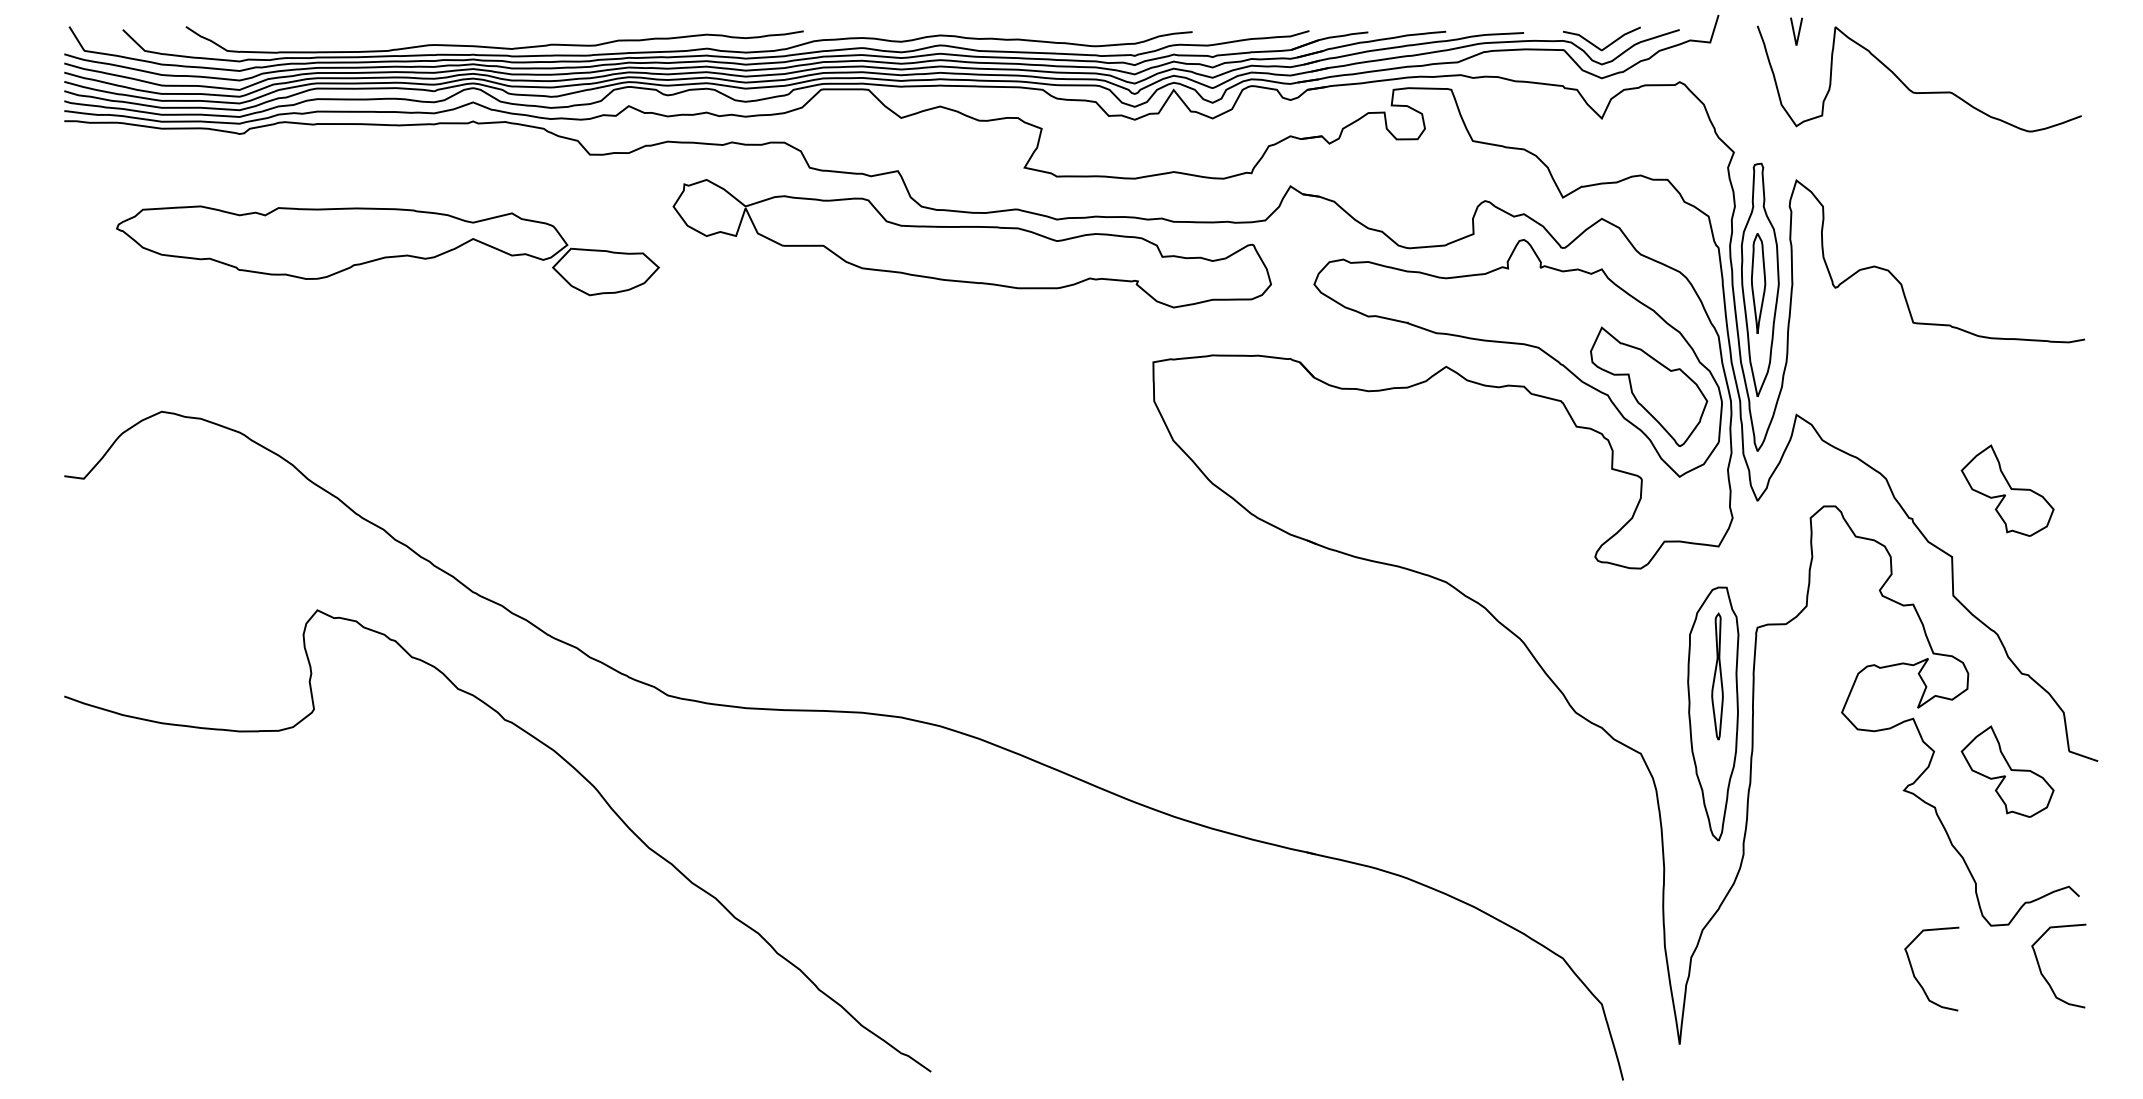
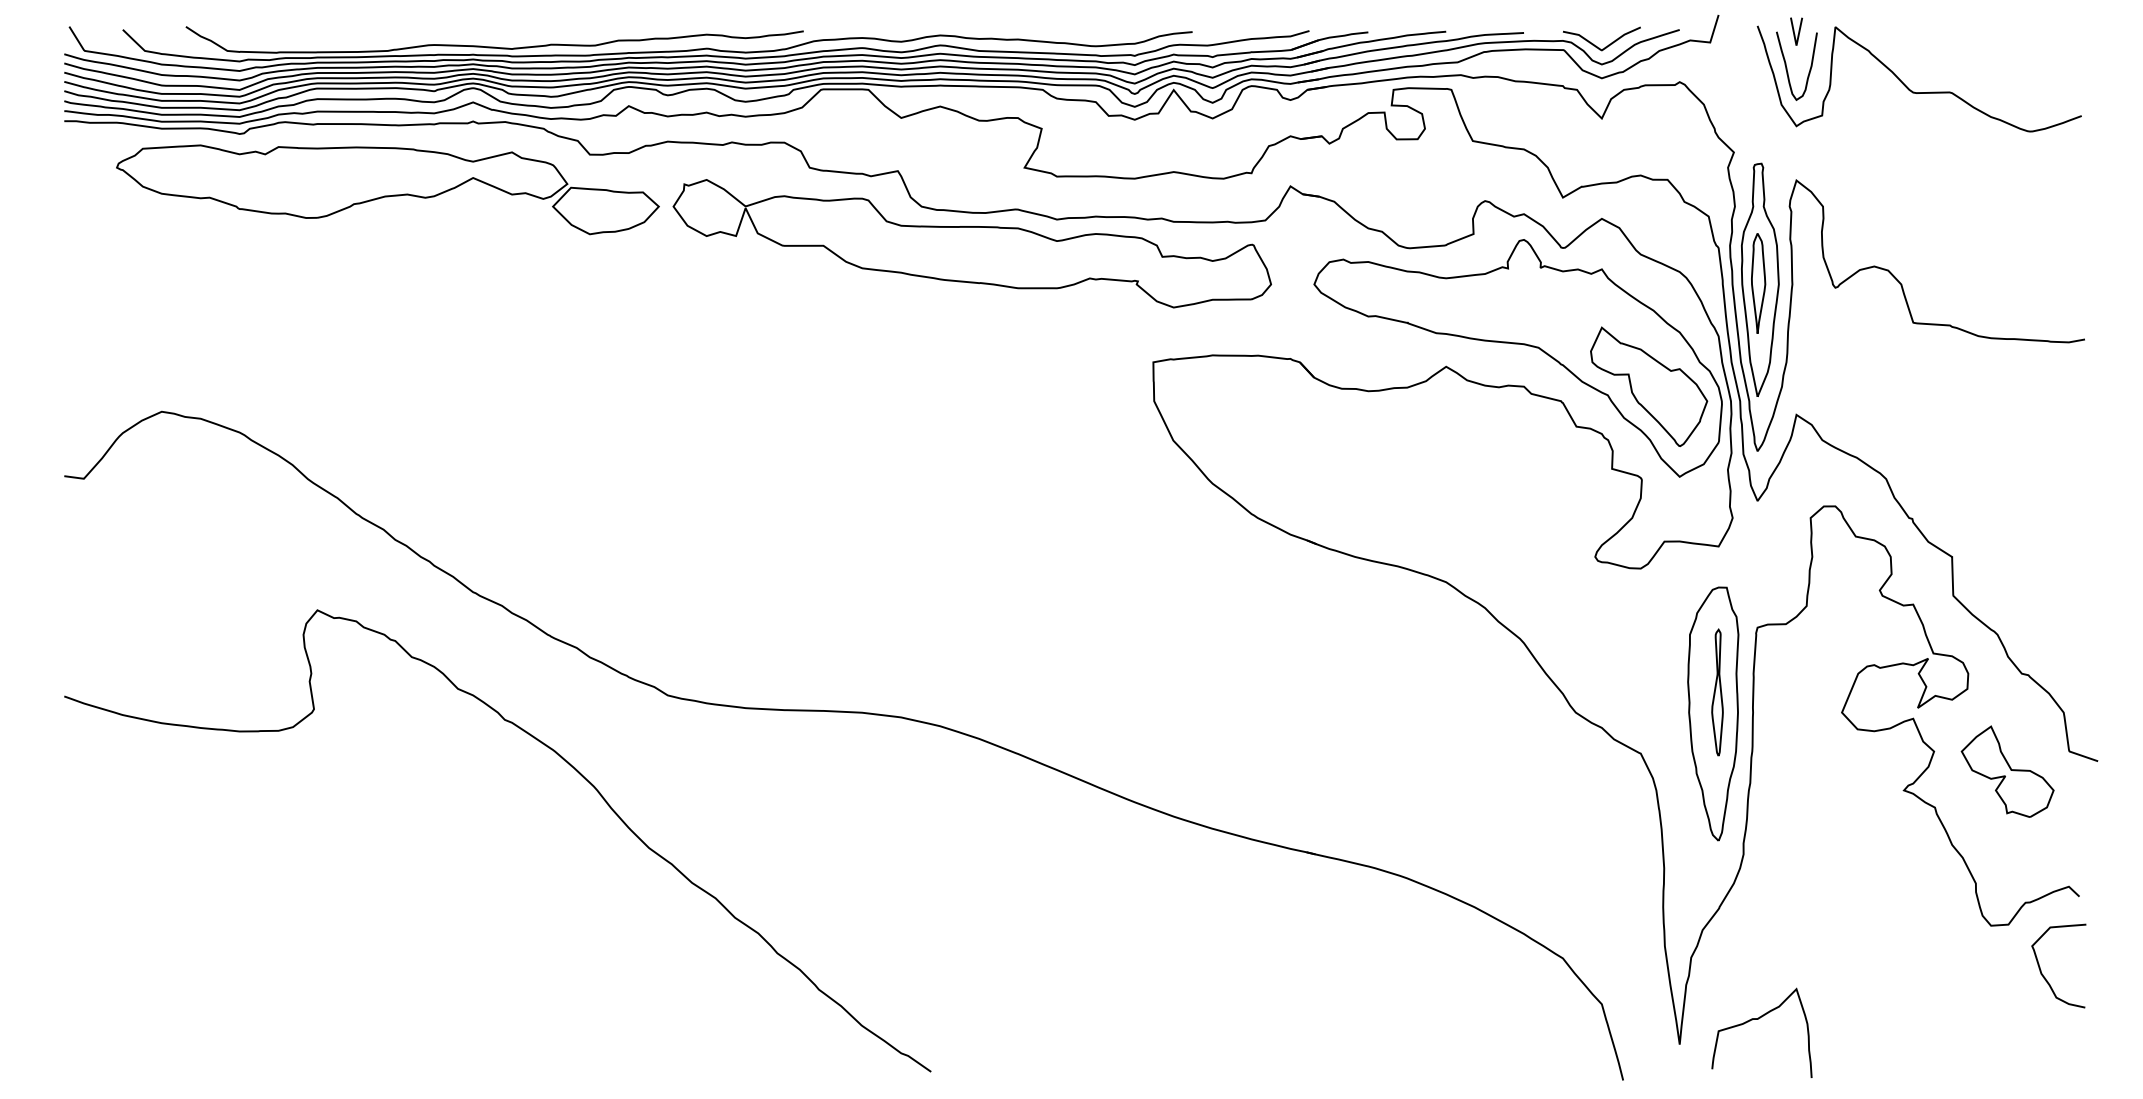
curve at (1787, 67): none -> present
part at (387, 250) position: (387, 250) -> (387, 189)
part at (2007, 490): present -> none
part at (1717, 676) position: (1717, 676) -> (1717, 692)
curve at (1916, 977): present -> none
curve at (1758, 1019): none -> present
